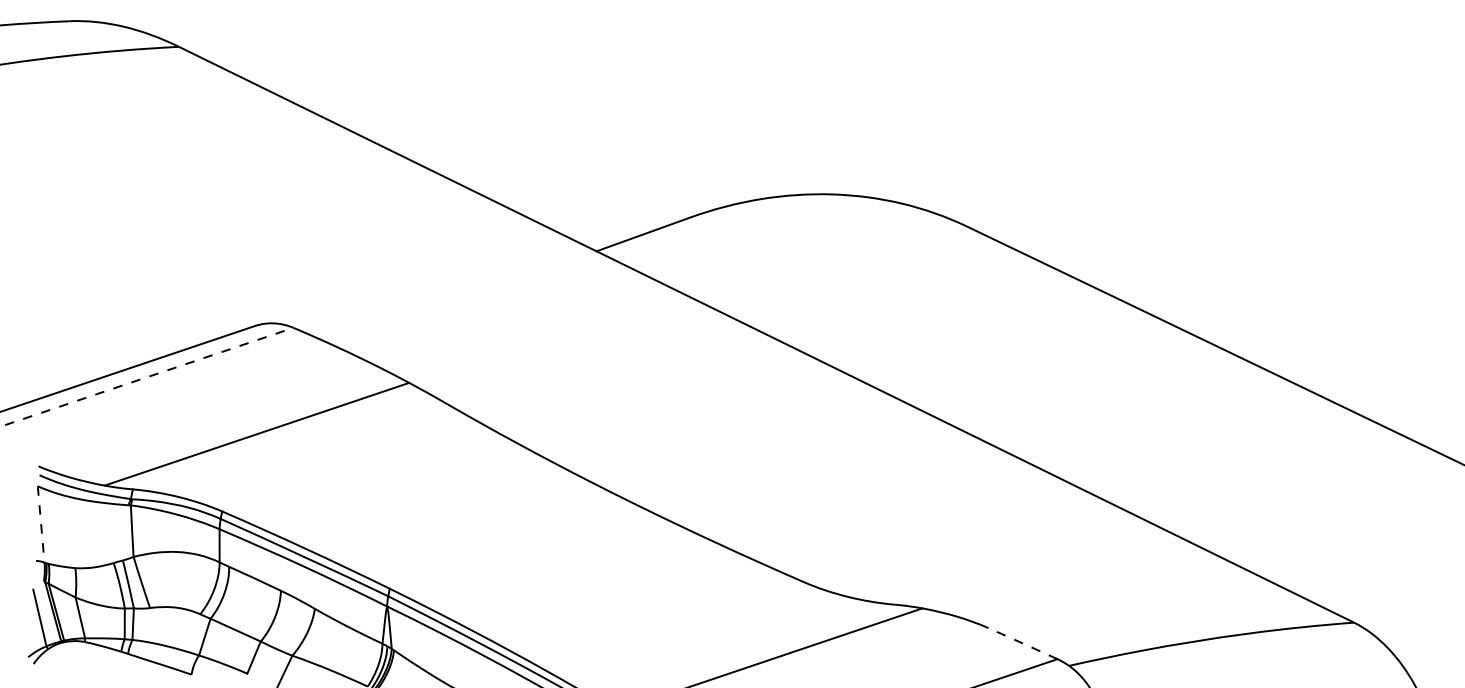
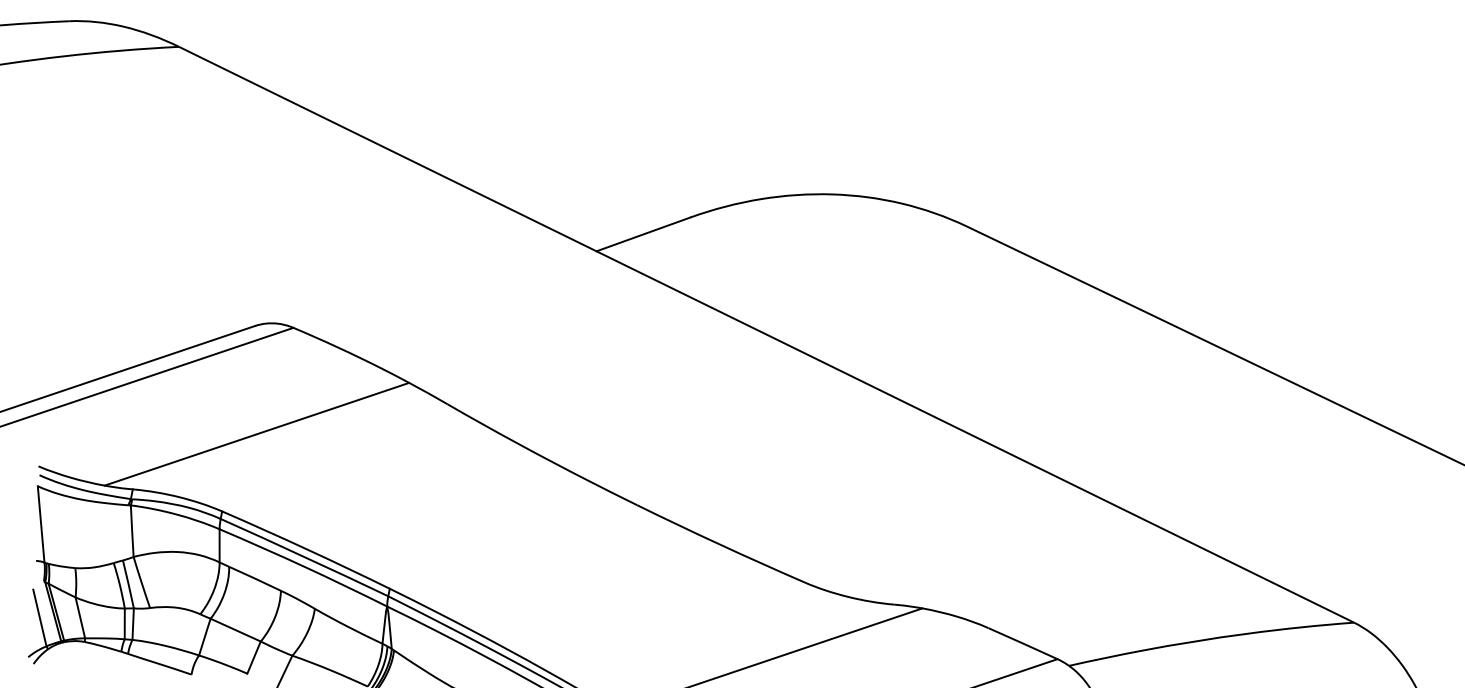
line at (146, 377): dashed -> solid
line at (41, 524): dashed -> solid
arc at (1023, 643): dashed -> solid
